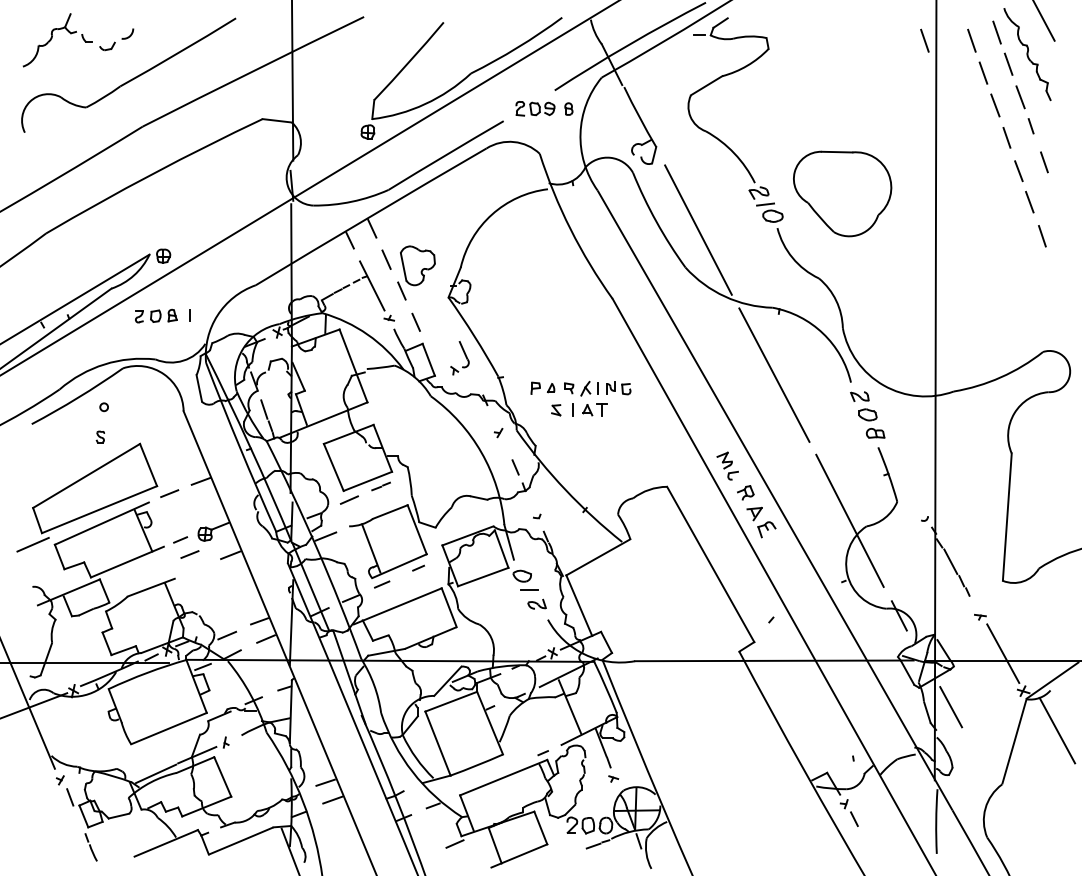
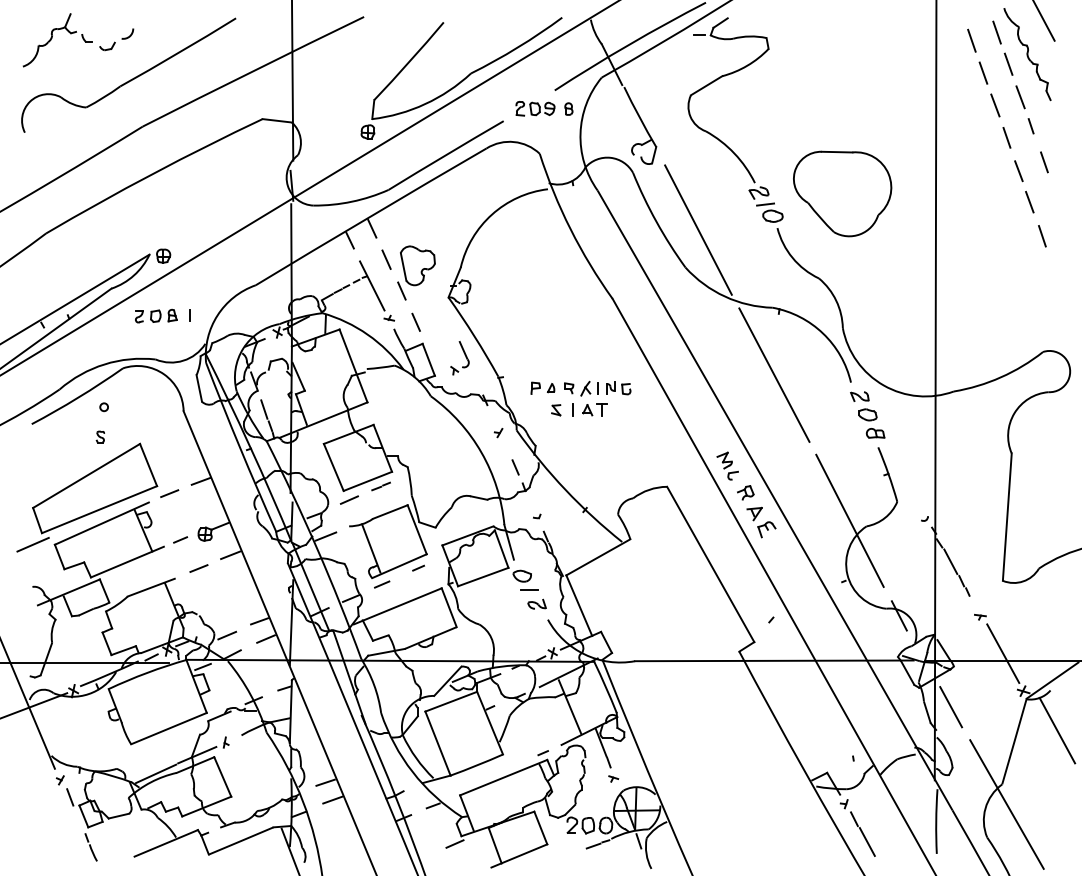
line at (924, 40): present -> none
line at (189, 554) position: (189, 554) -> (198, 568)
line at (1006, 804): none -> present
line at (866, 841): none -> present
